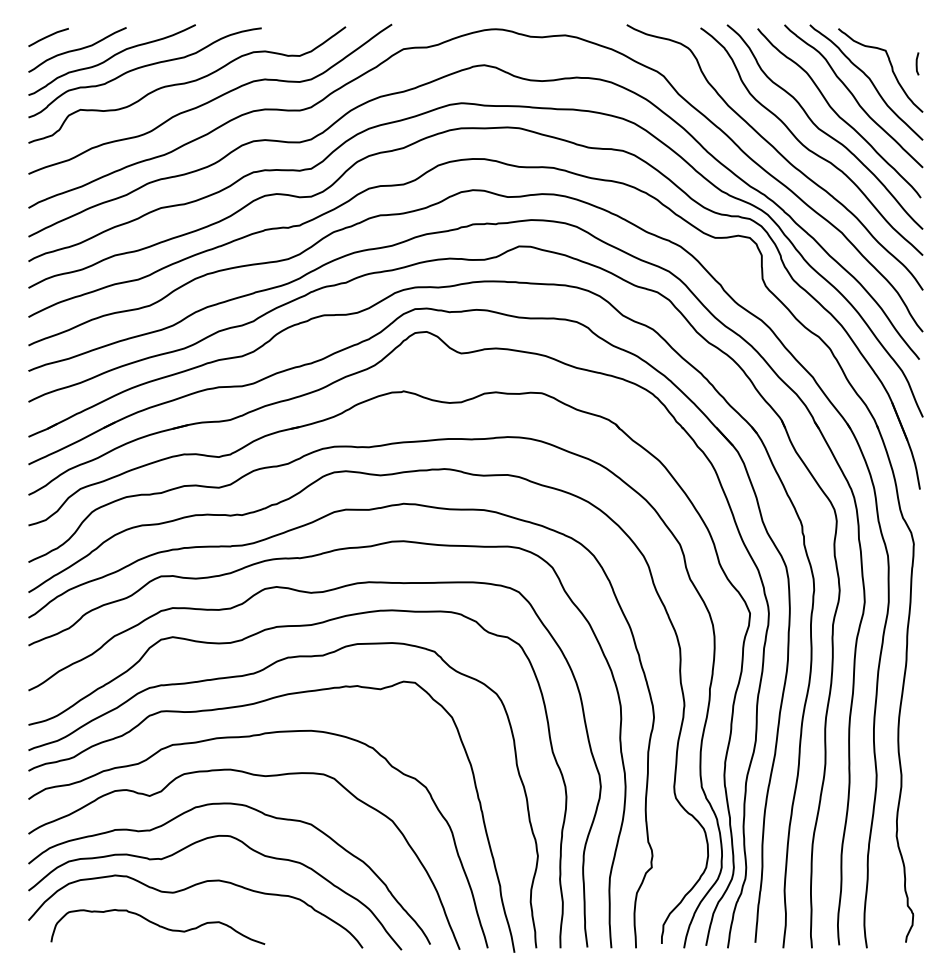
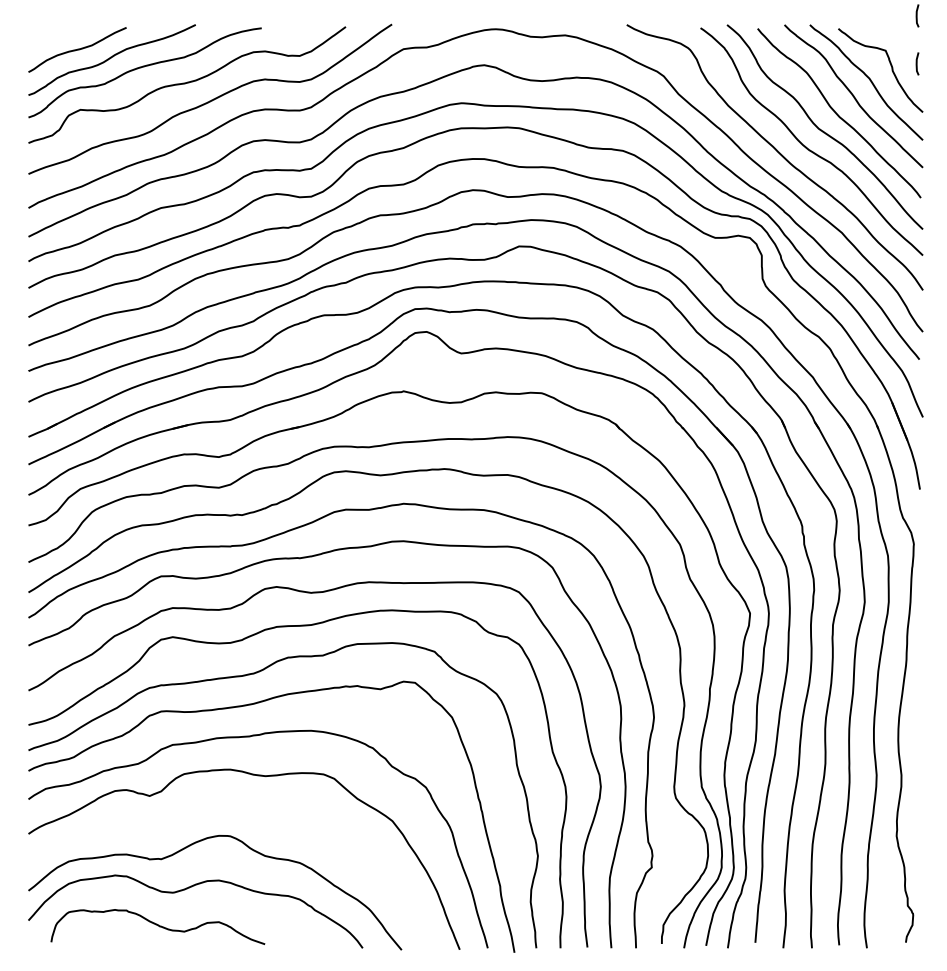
line at (917, 15): none -> present
curve at (48, 36): present -> none
curve at (262, 814): present -> none
